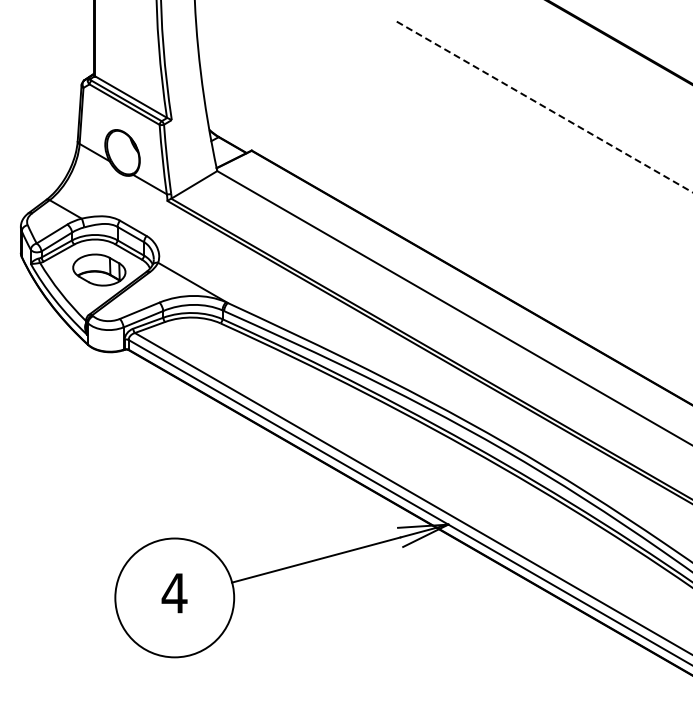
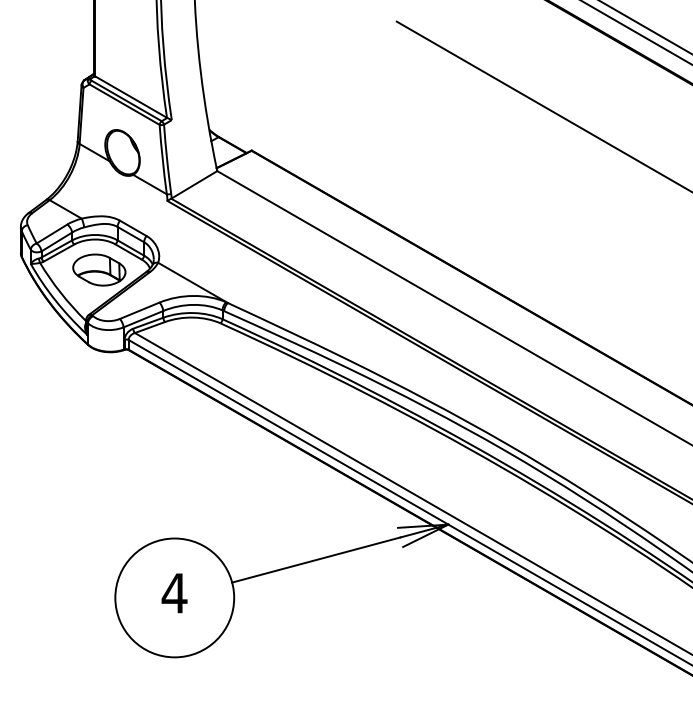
line at (645, 27): none -> present
line at (636, 32): none -> present
line at (544, 106): dashed -> solid
